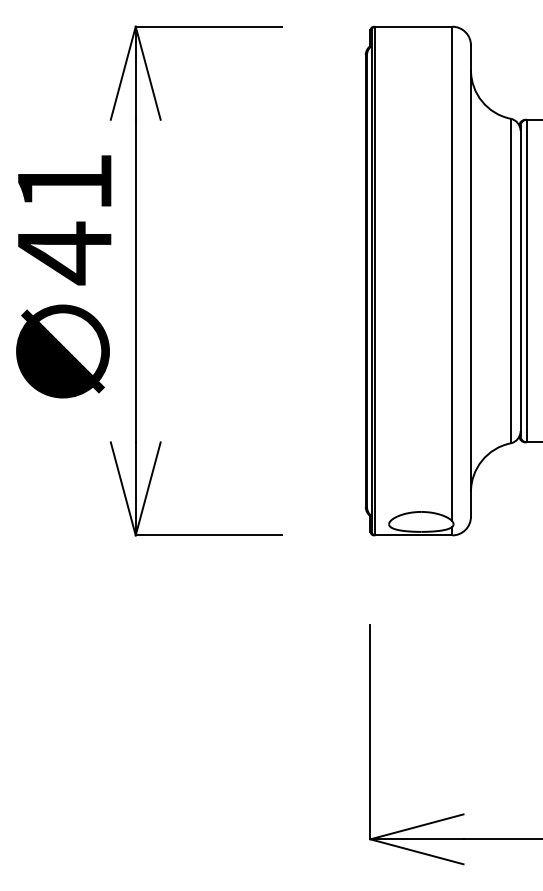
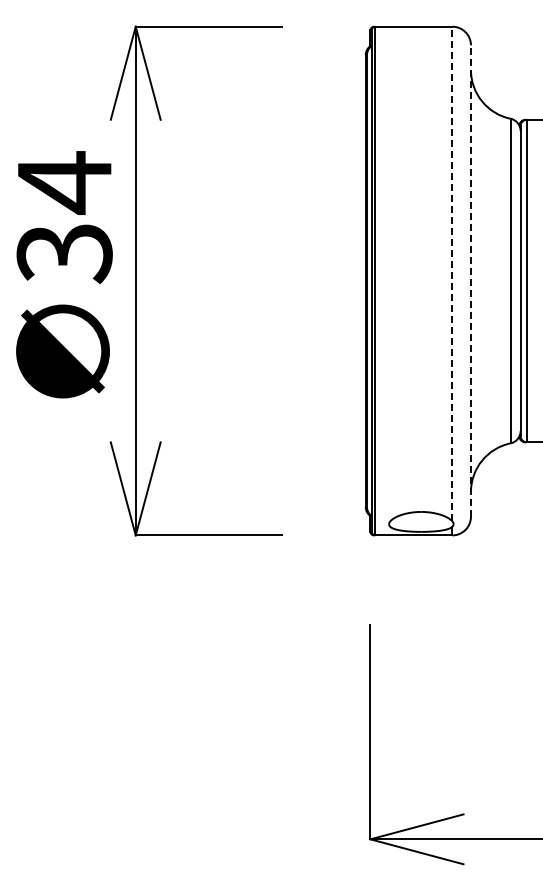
text at (64, 218): 41 -> 34
line at (452, 273): solid -> dashed
line at (470, 281): solid -> dashed
